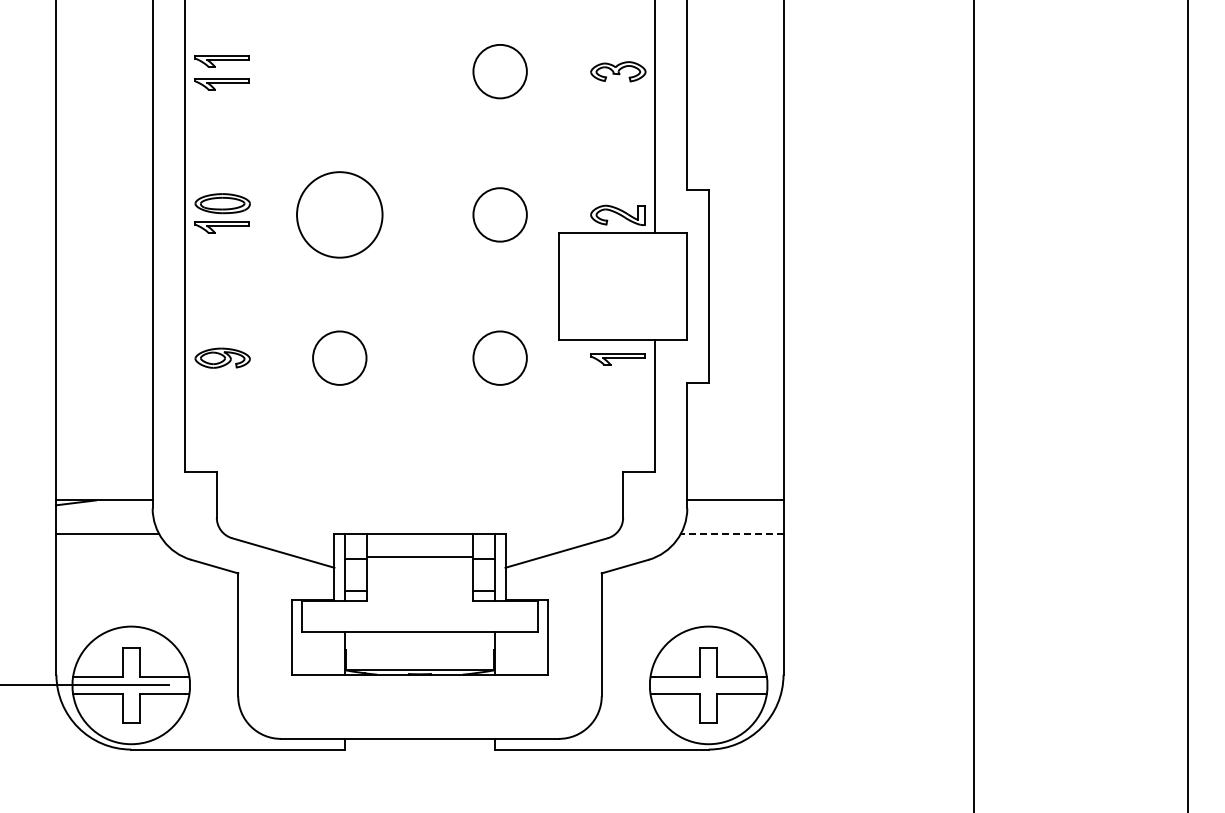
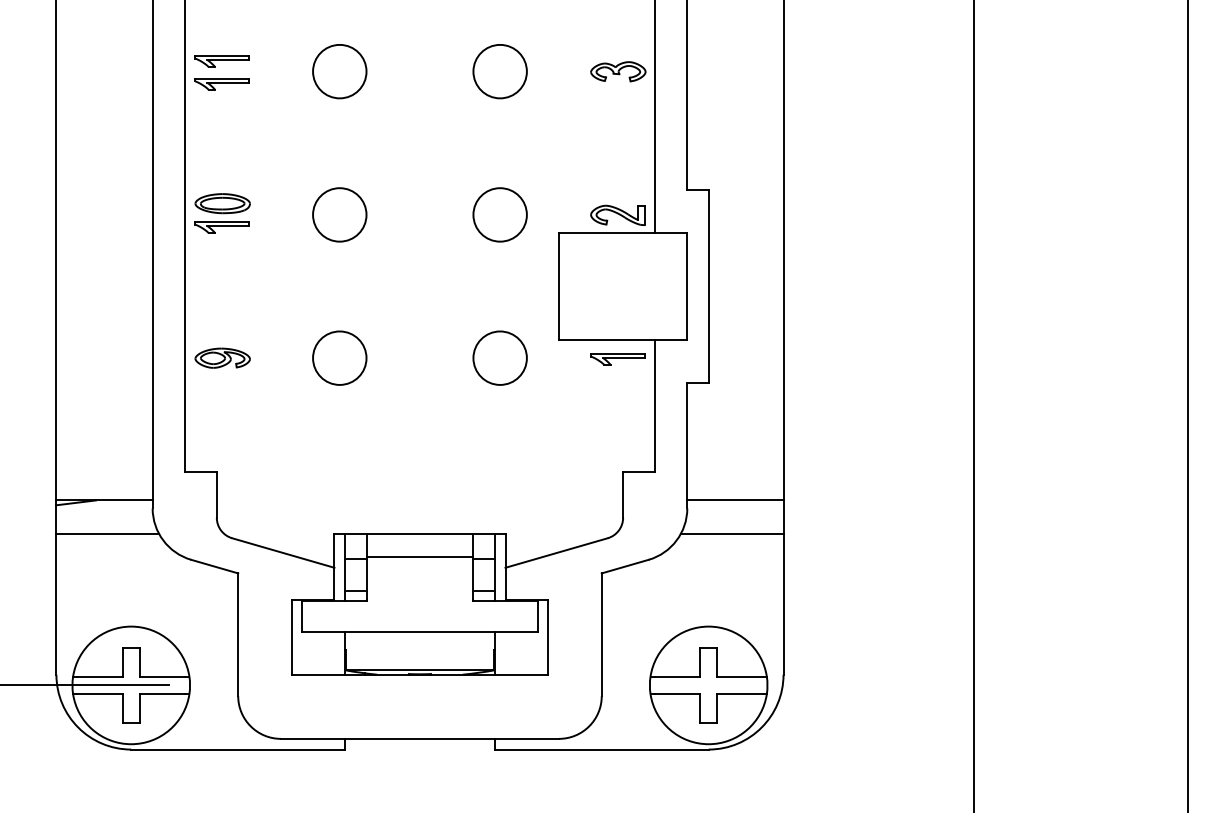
circle at (339, 71): none -> present
circle at (339, 214) diameter: 86 px -> 53 px
line at (731, 533): dashed -> solid
